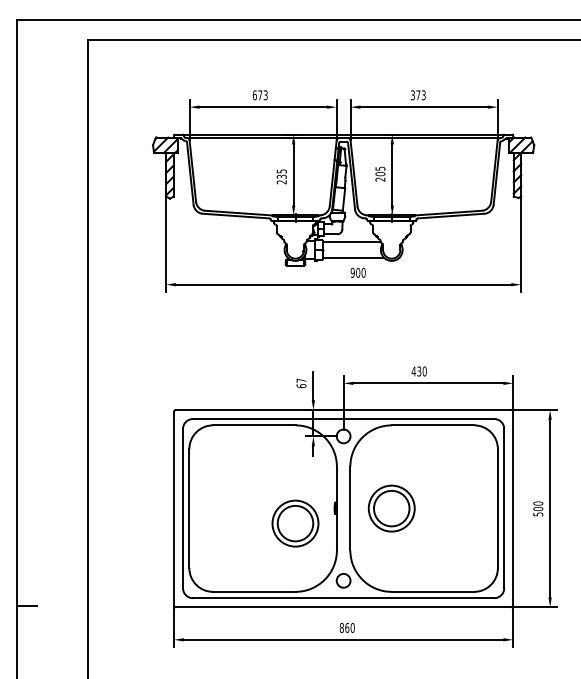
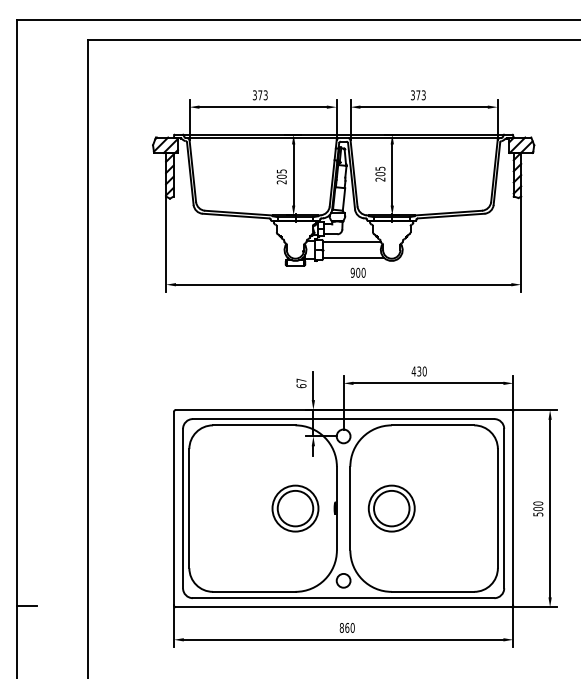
text at (254, 95): 673 -> 373
text at (281, 176): 235 -> 205
part at (295, 523) position: (295, 523) -> (295, 508)
